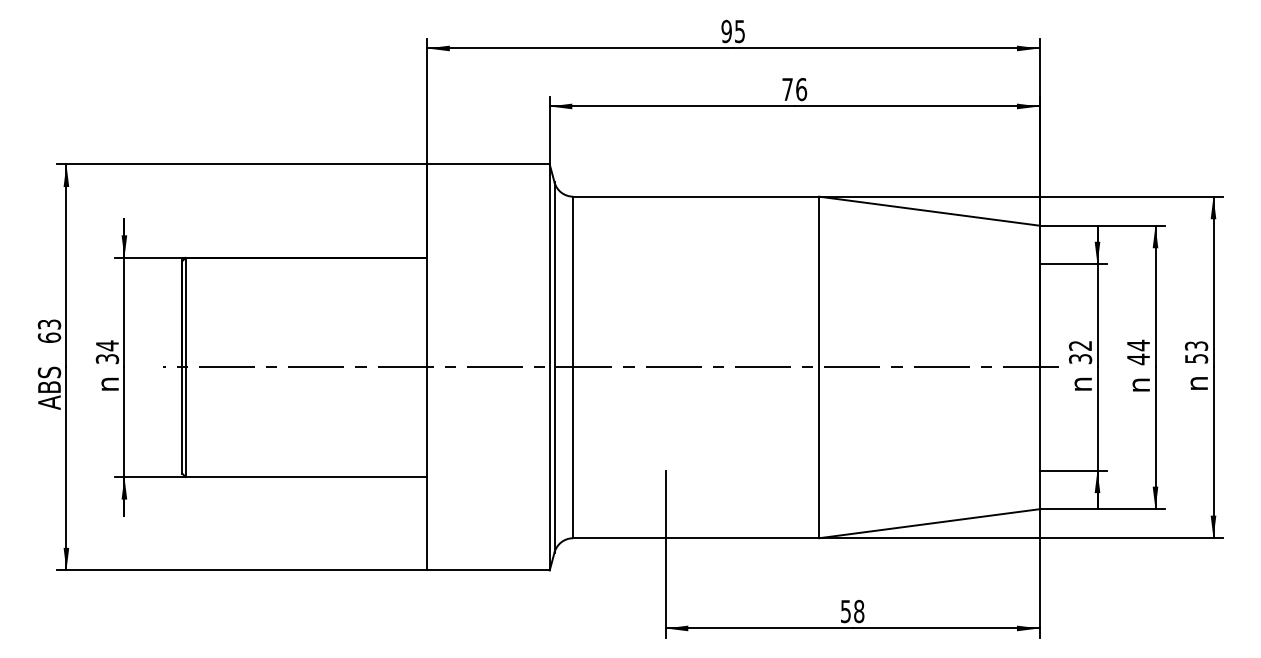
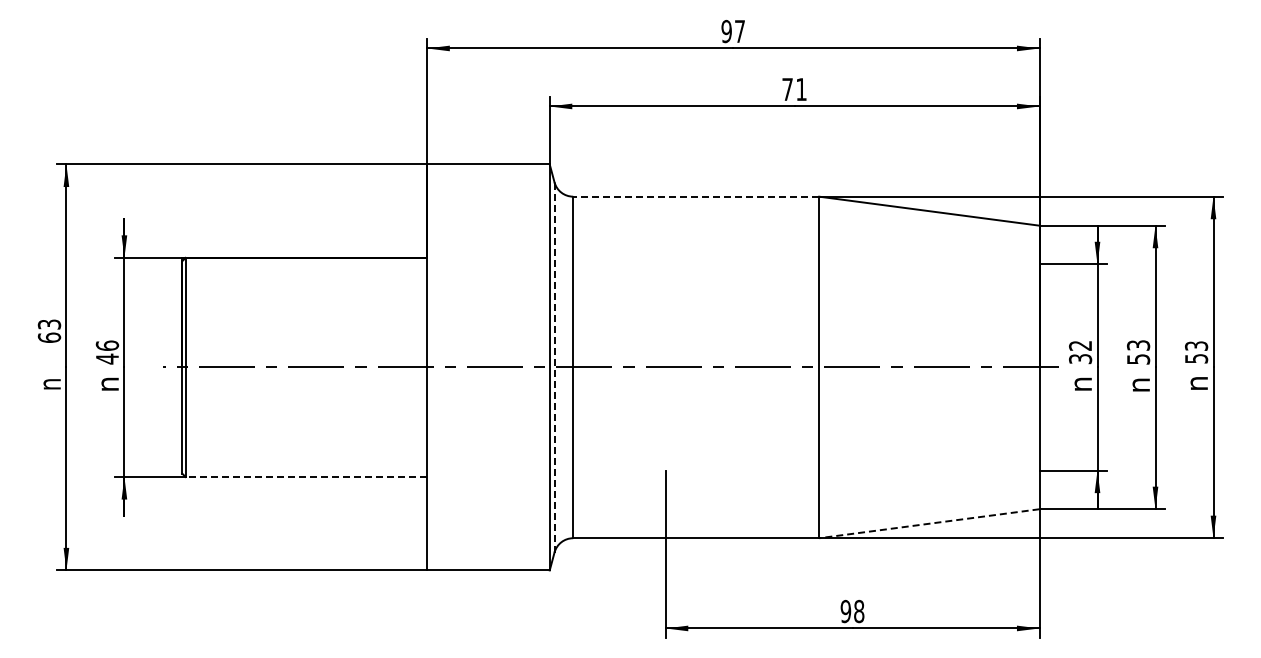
text at (739, 31): 95 -> 97
text at (801, 89): 76 -> 71
line at (695, 196): solid -> dashed
text at (107, 352): 34 -> 46
text at (1138, 352): 44 -> 53
line at (554, 366): solid -> dashed
text at (49, 387): ABS -> n
line at (306, 477): solid -> dashed
line at (928, 523): solid -> dashed
text at (845, 610): 58 -> 98
